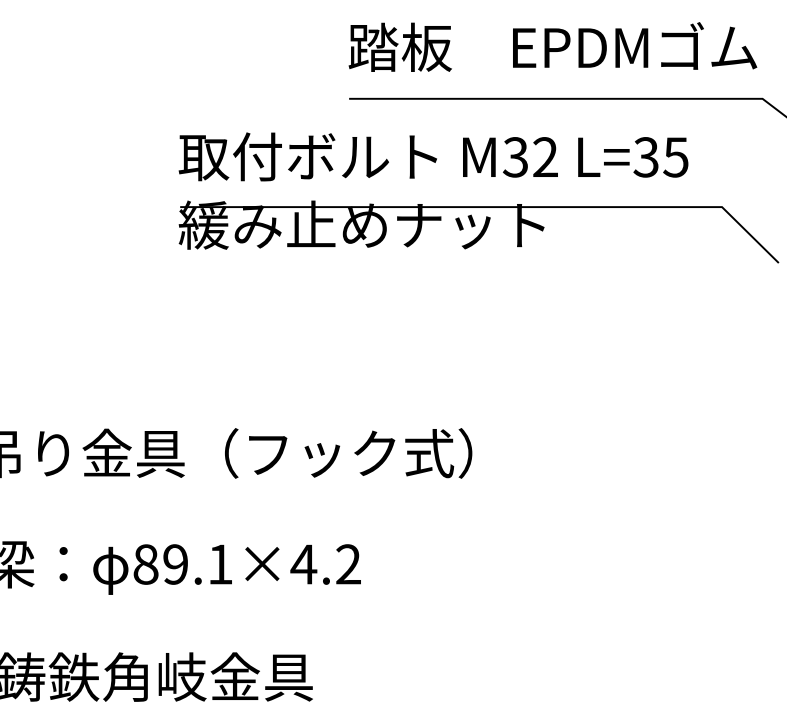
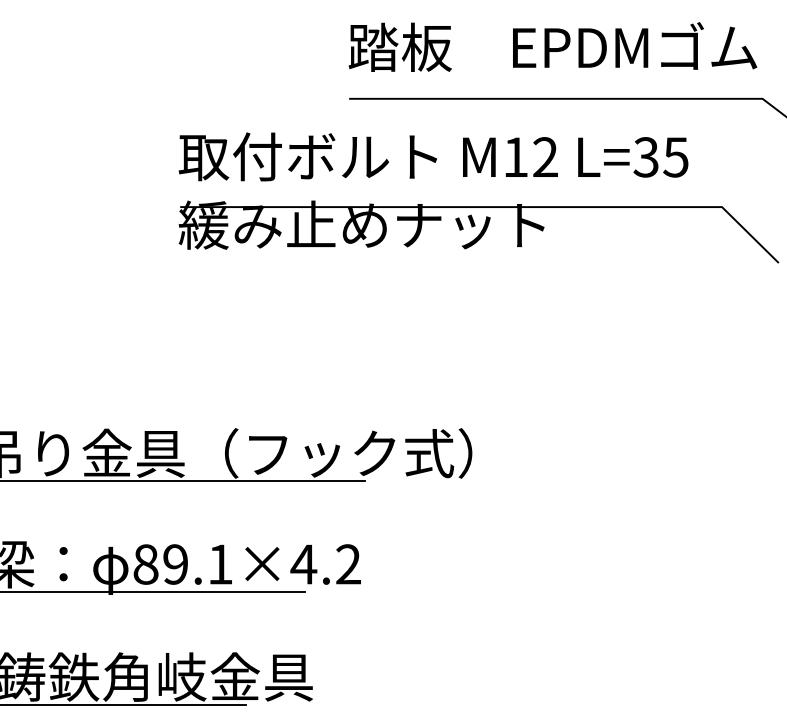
text at (514, 157): M32 -> M12
line at (183, 480): none -> present
line at (153, 591): none -> present
line at (123, 704): none -> present
